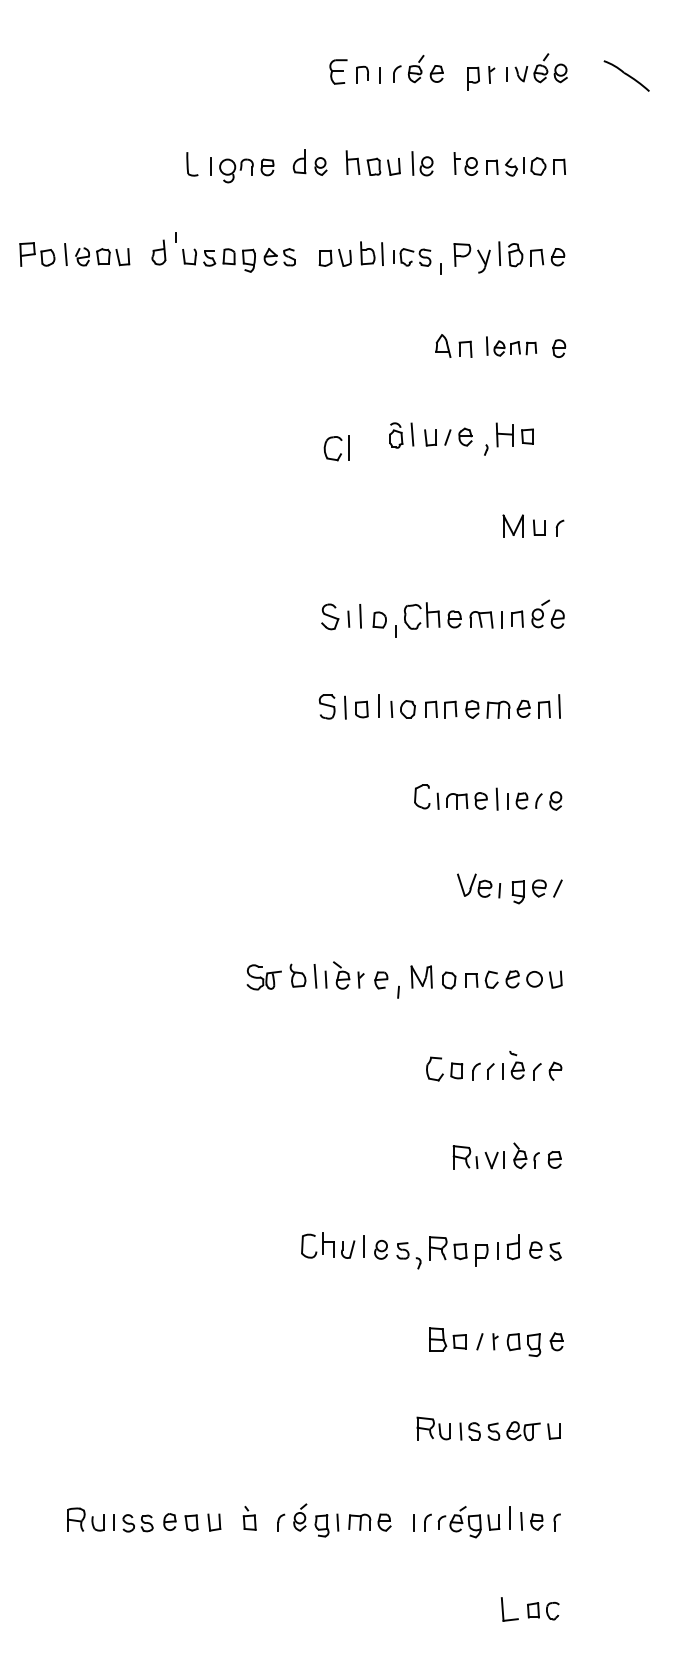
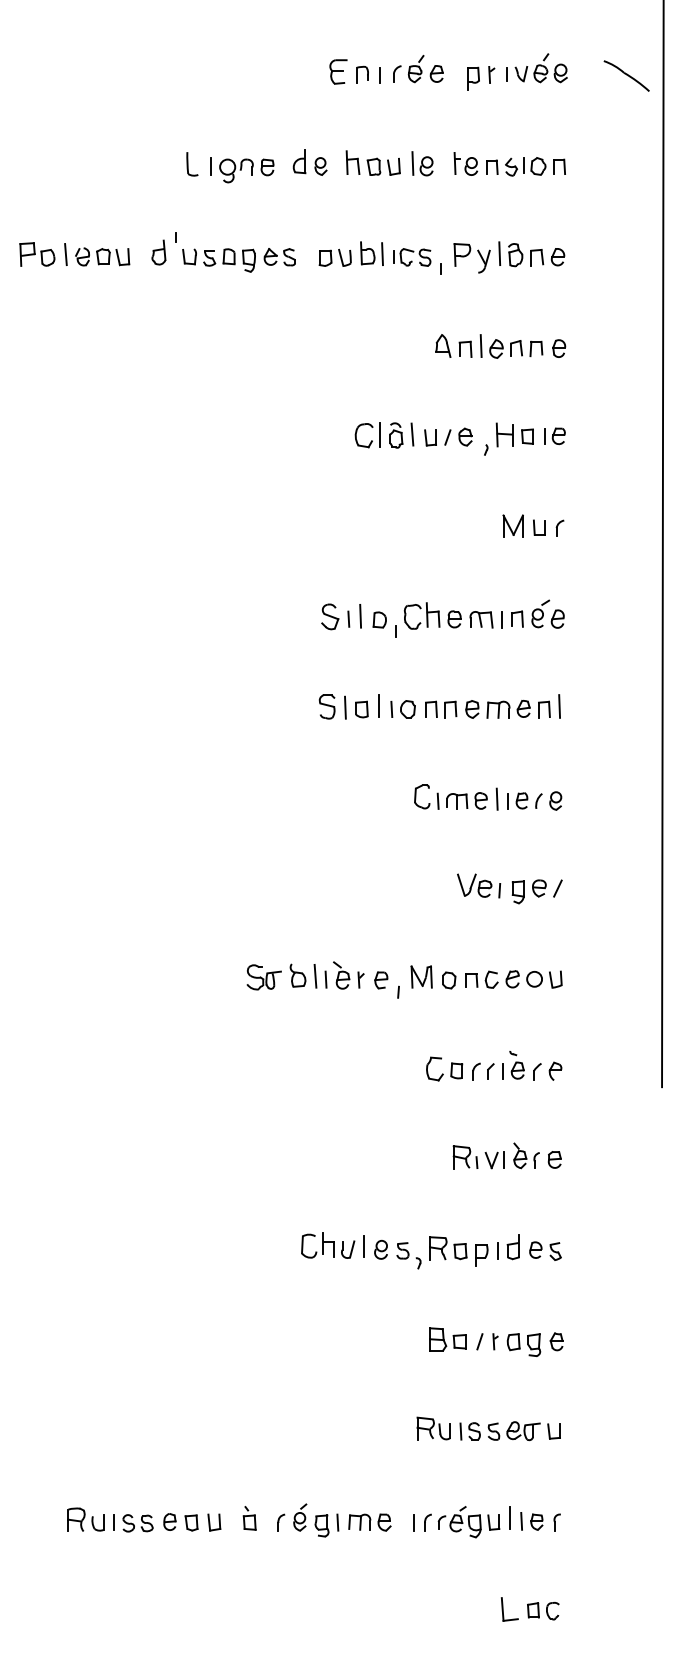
part at (511, 346) size: 52x21 px -> 65x25 px
part at (554, 436): none -> present
part at (340, 453) position: (340, 453) -> (371, 440)
line at (662, 544): none -> present
